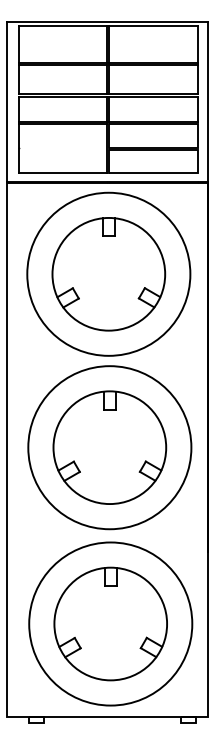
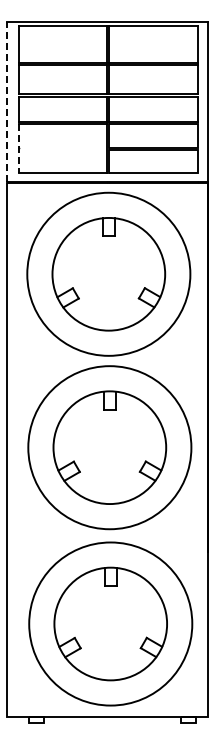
line at (7, 101): solid -> dashed
line at (18, 149): solid -> dashed
